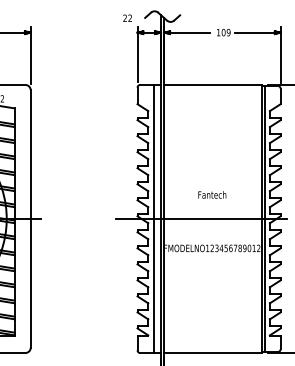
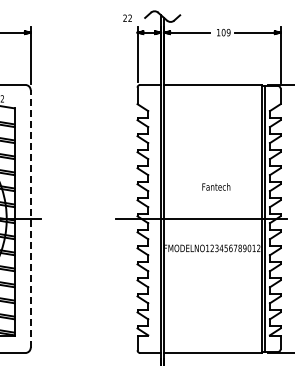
text at (212, 194) position: (212, 194) -> (216, 186)
line at (153, 218): present -> none
line at (30, 219): solid -> dashed
